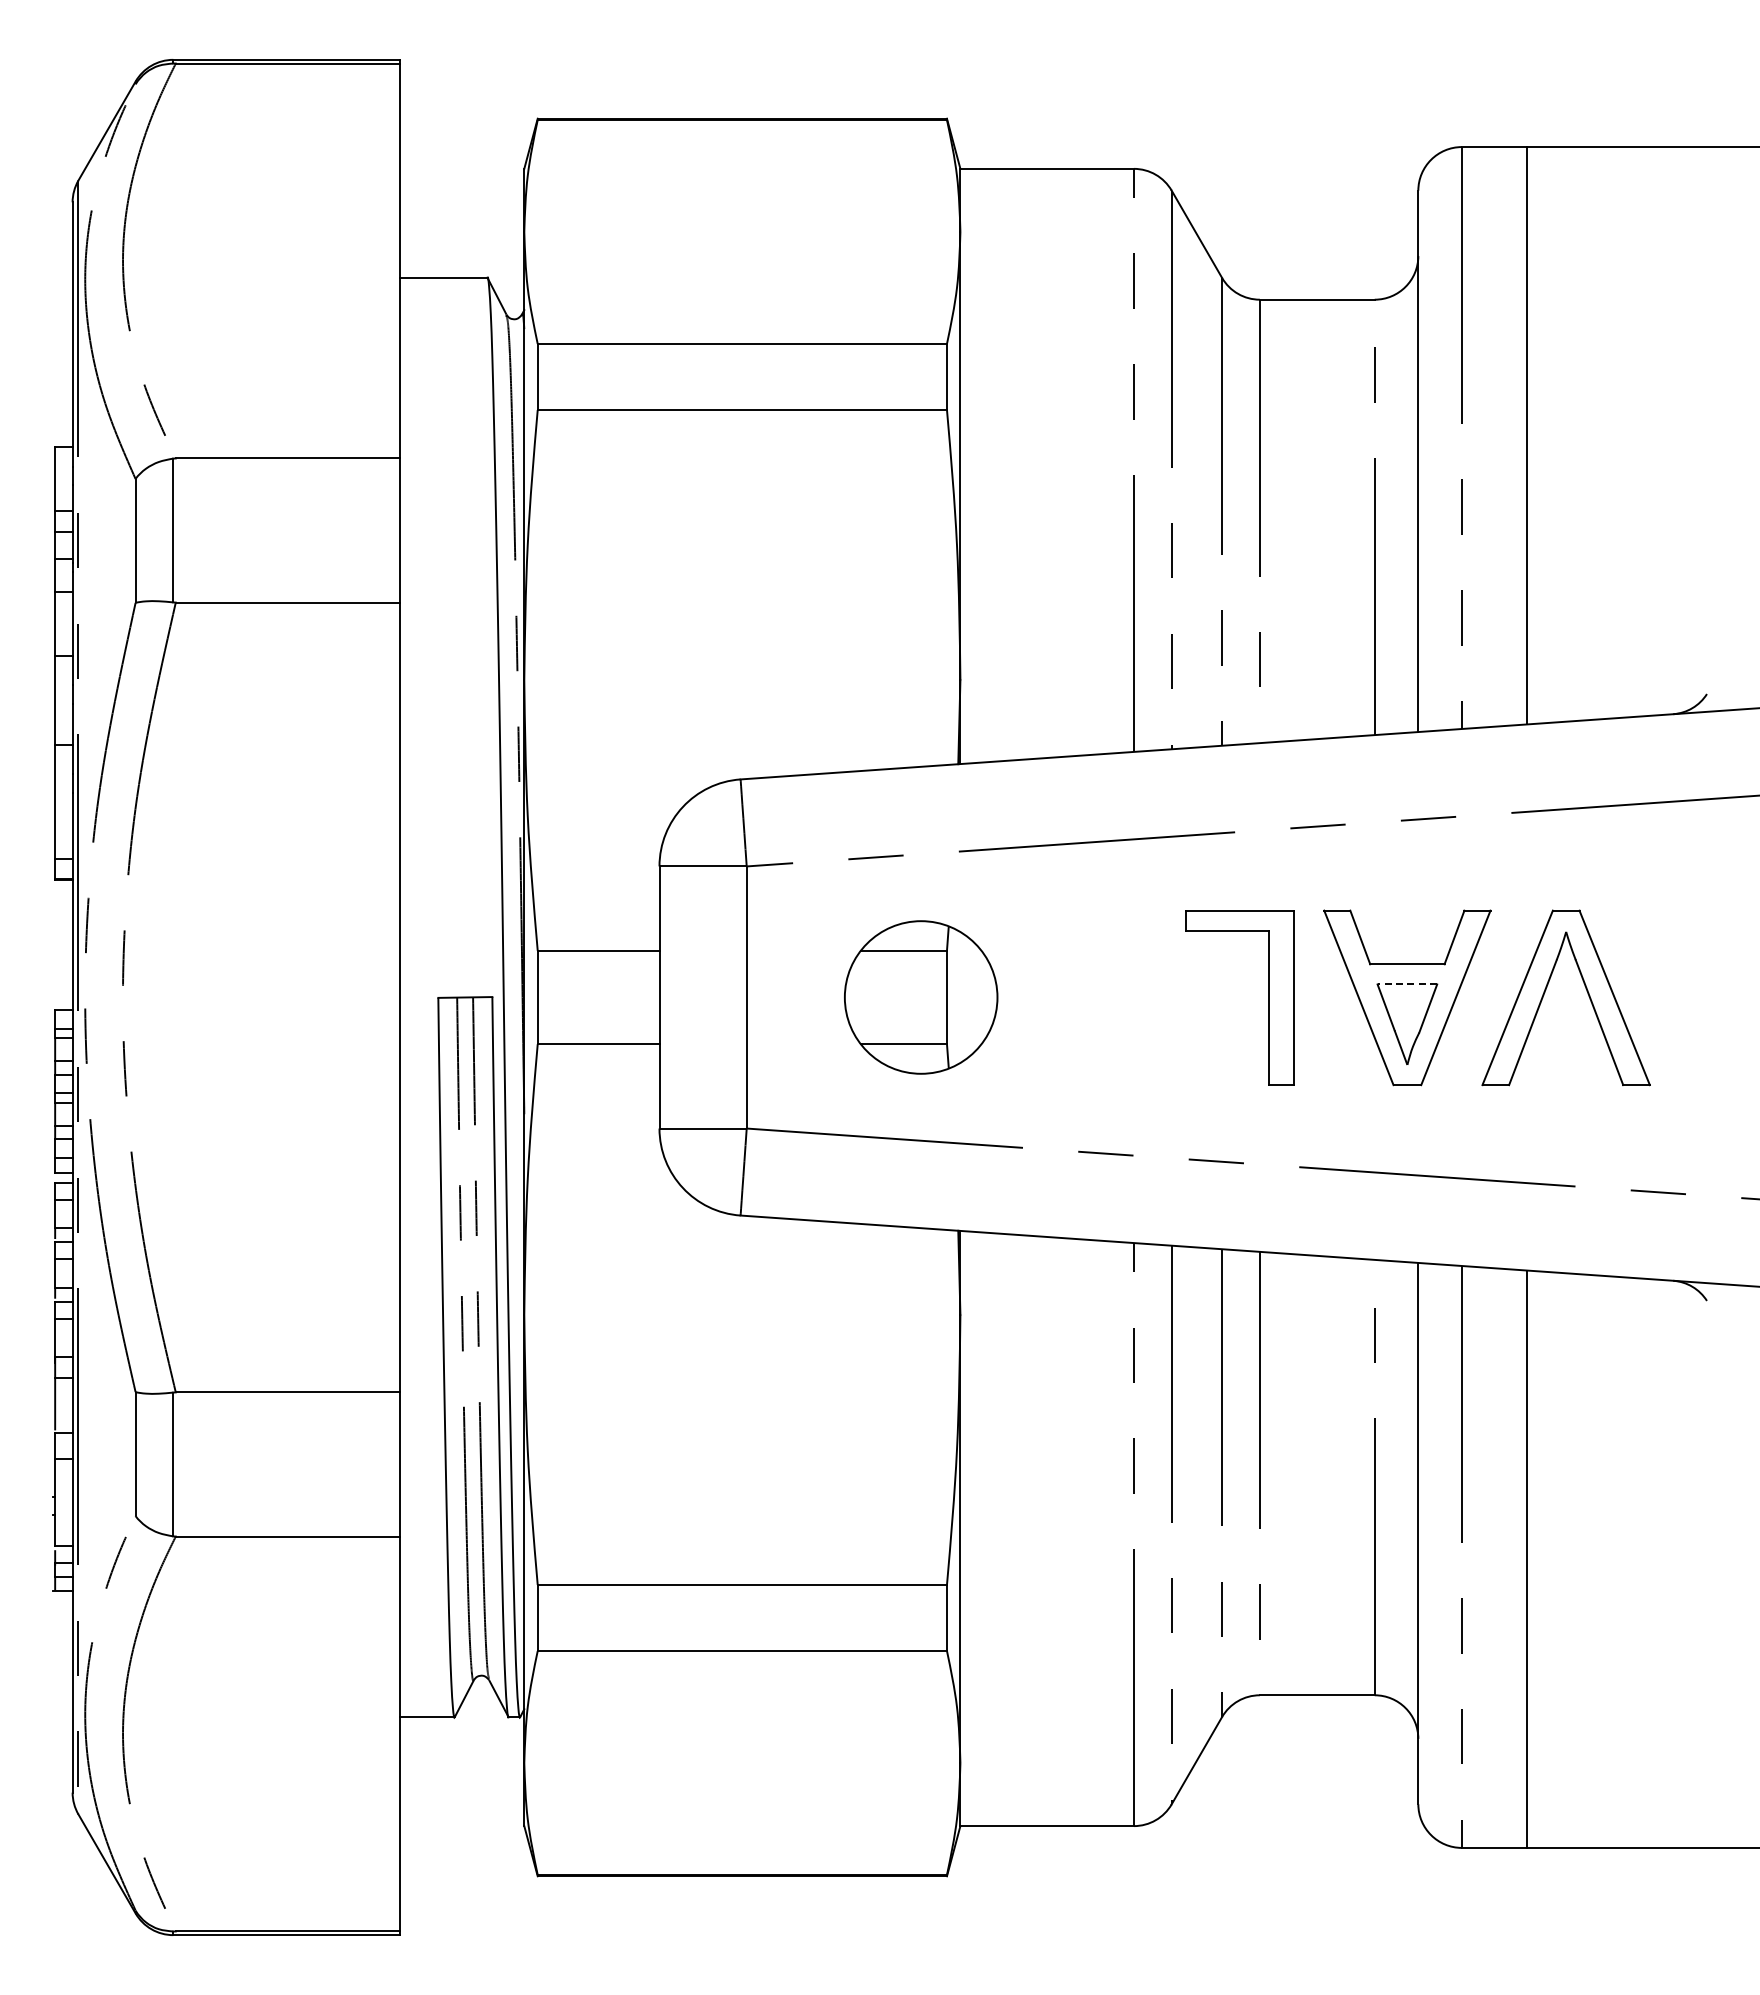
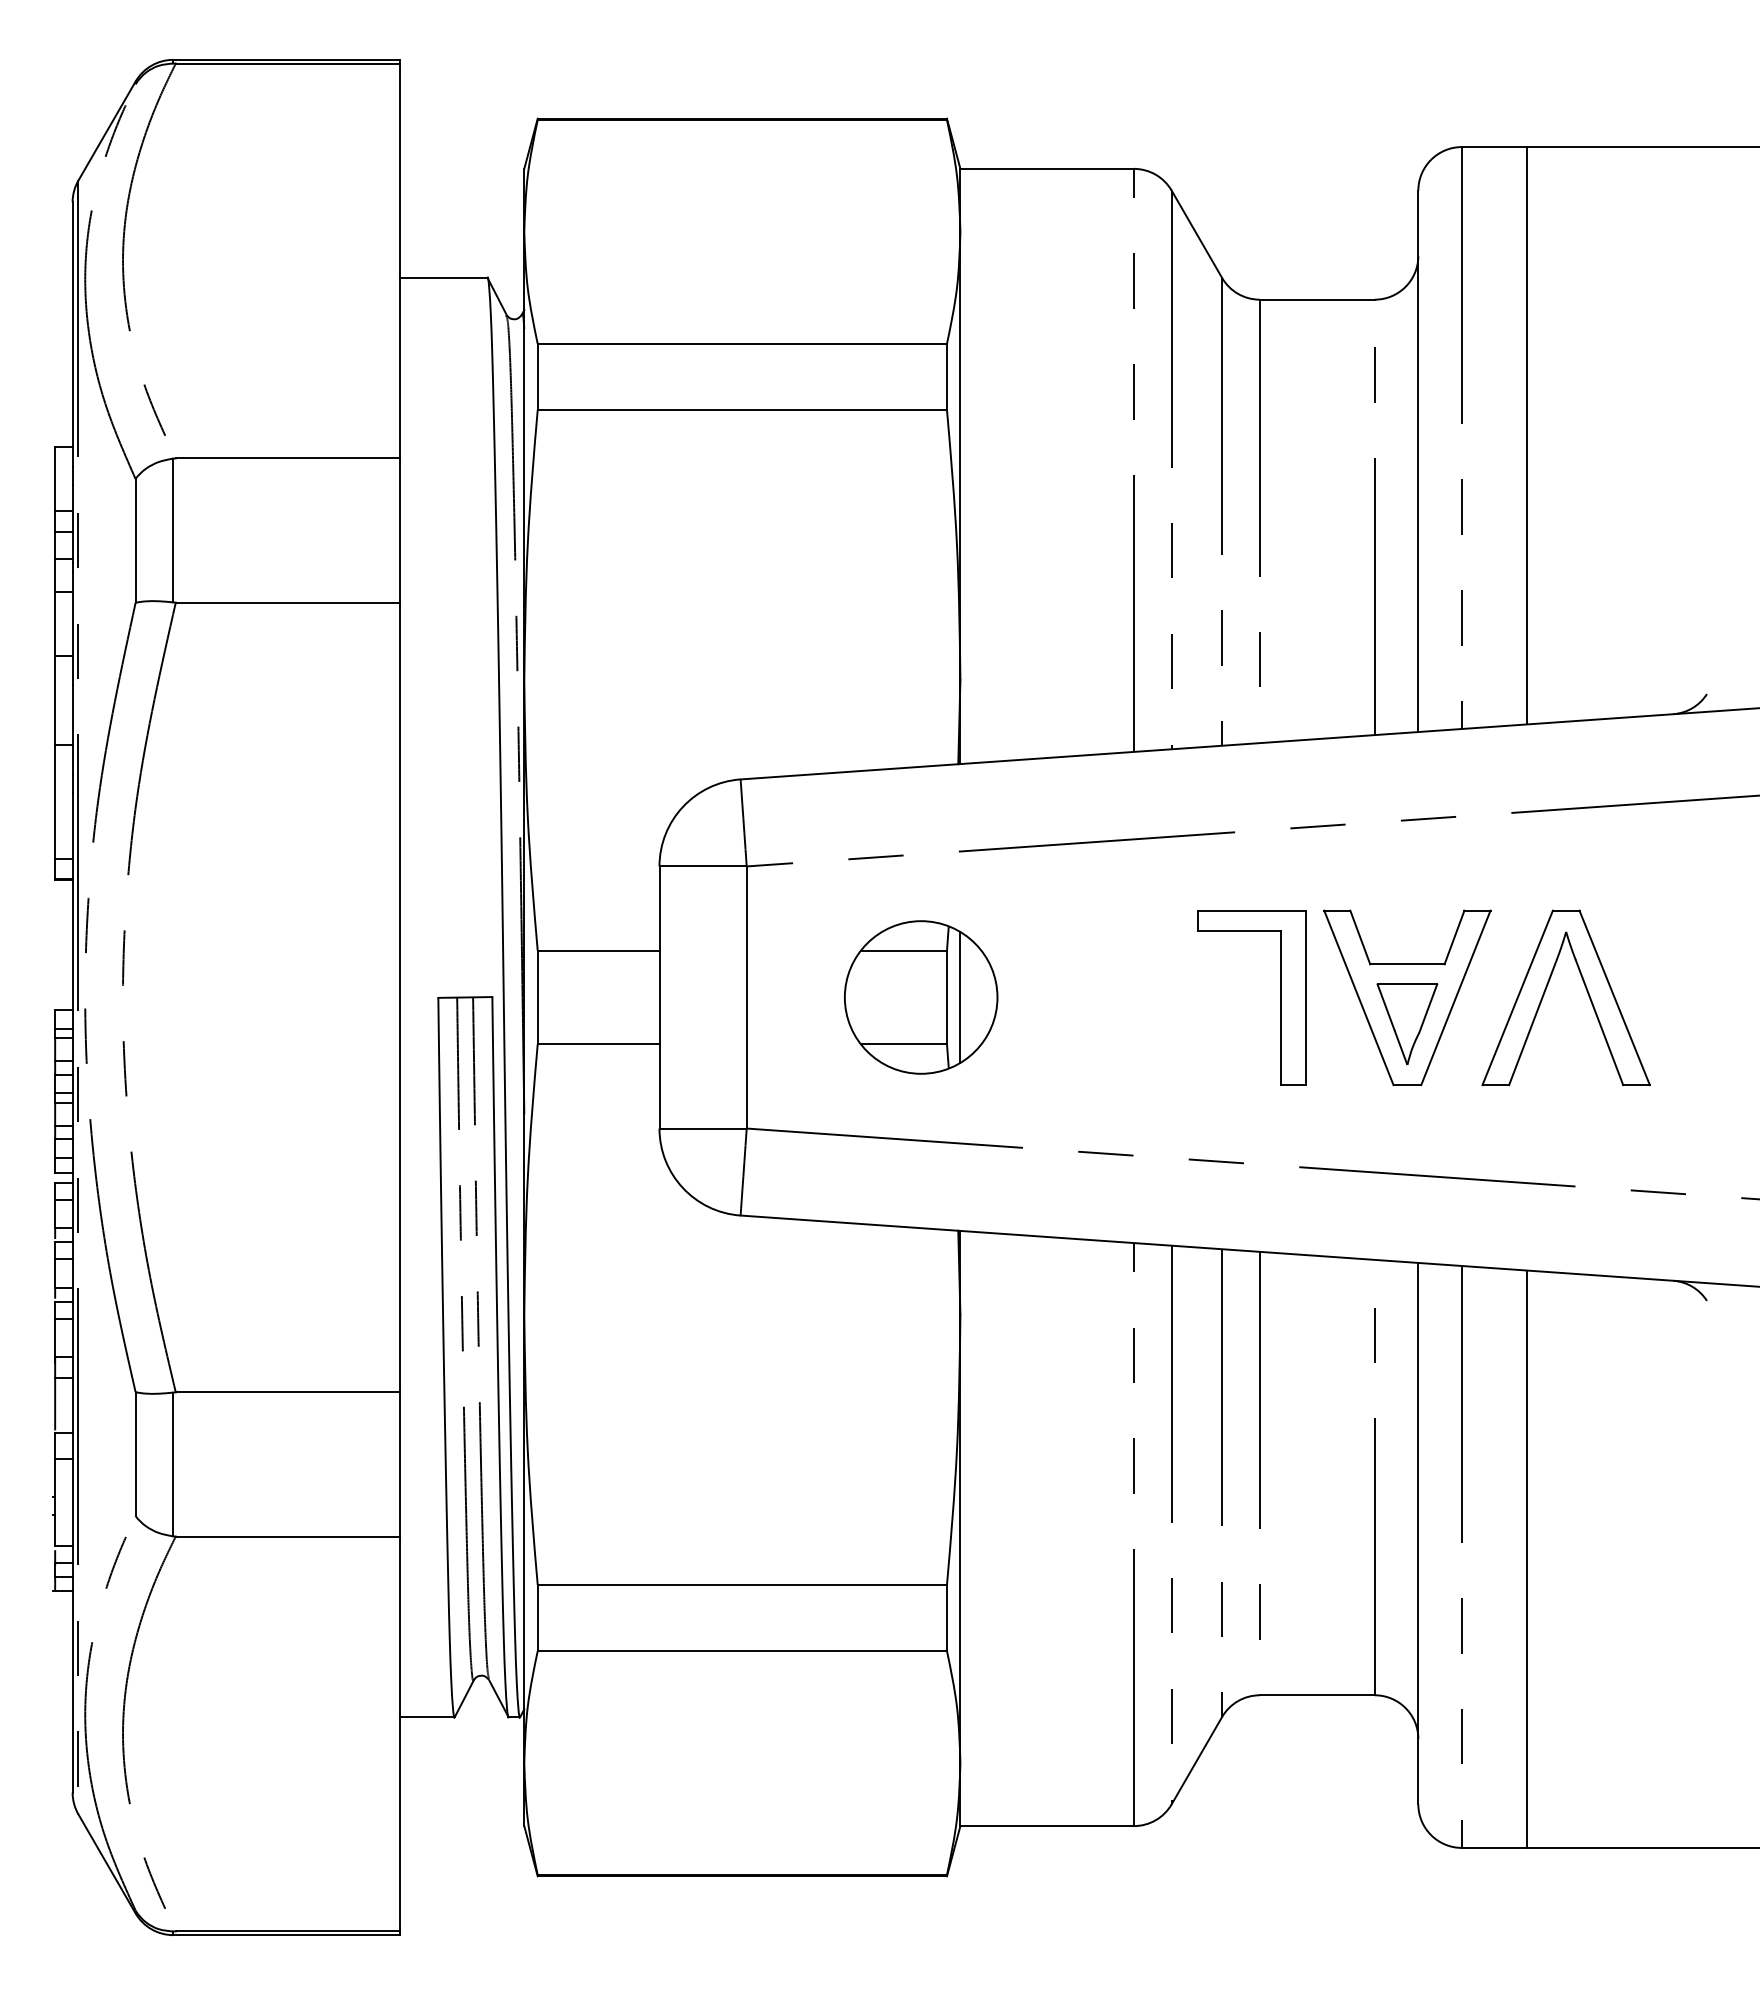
line at (1407, 984): dashed -> solid
line at (960, 997): none -> present
part at (1268, 997) position: (1268, 997) -> (1280, 997)
